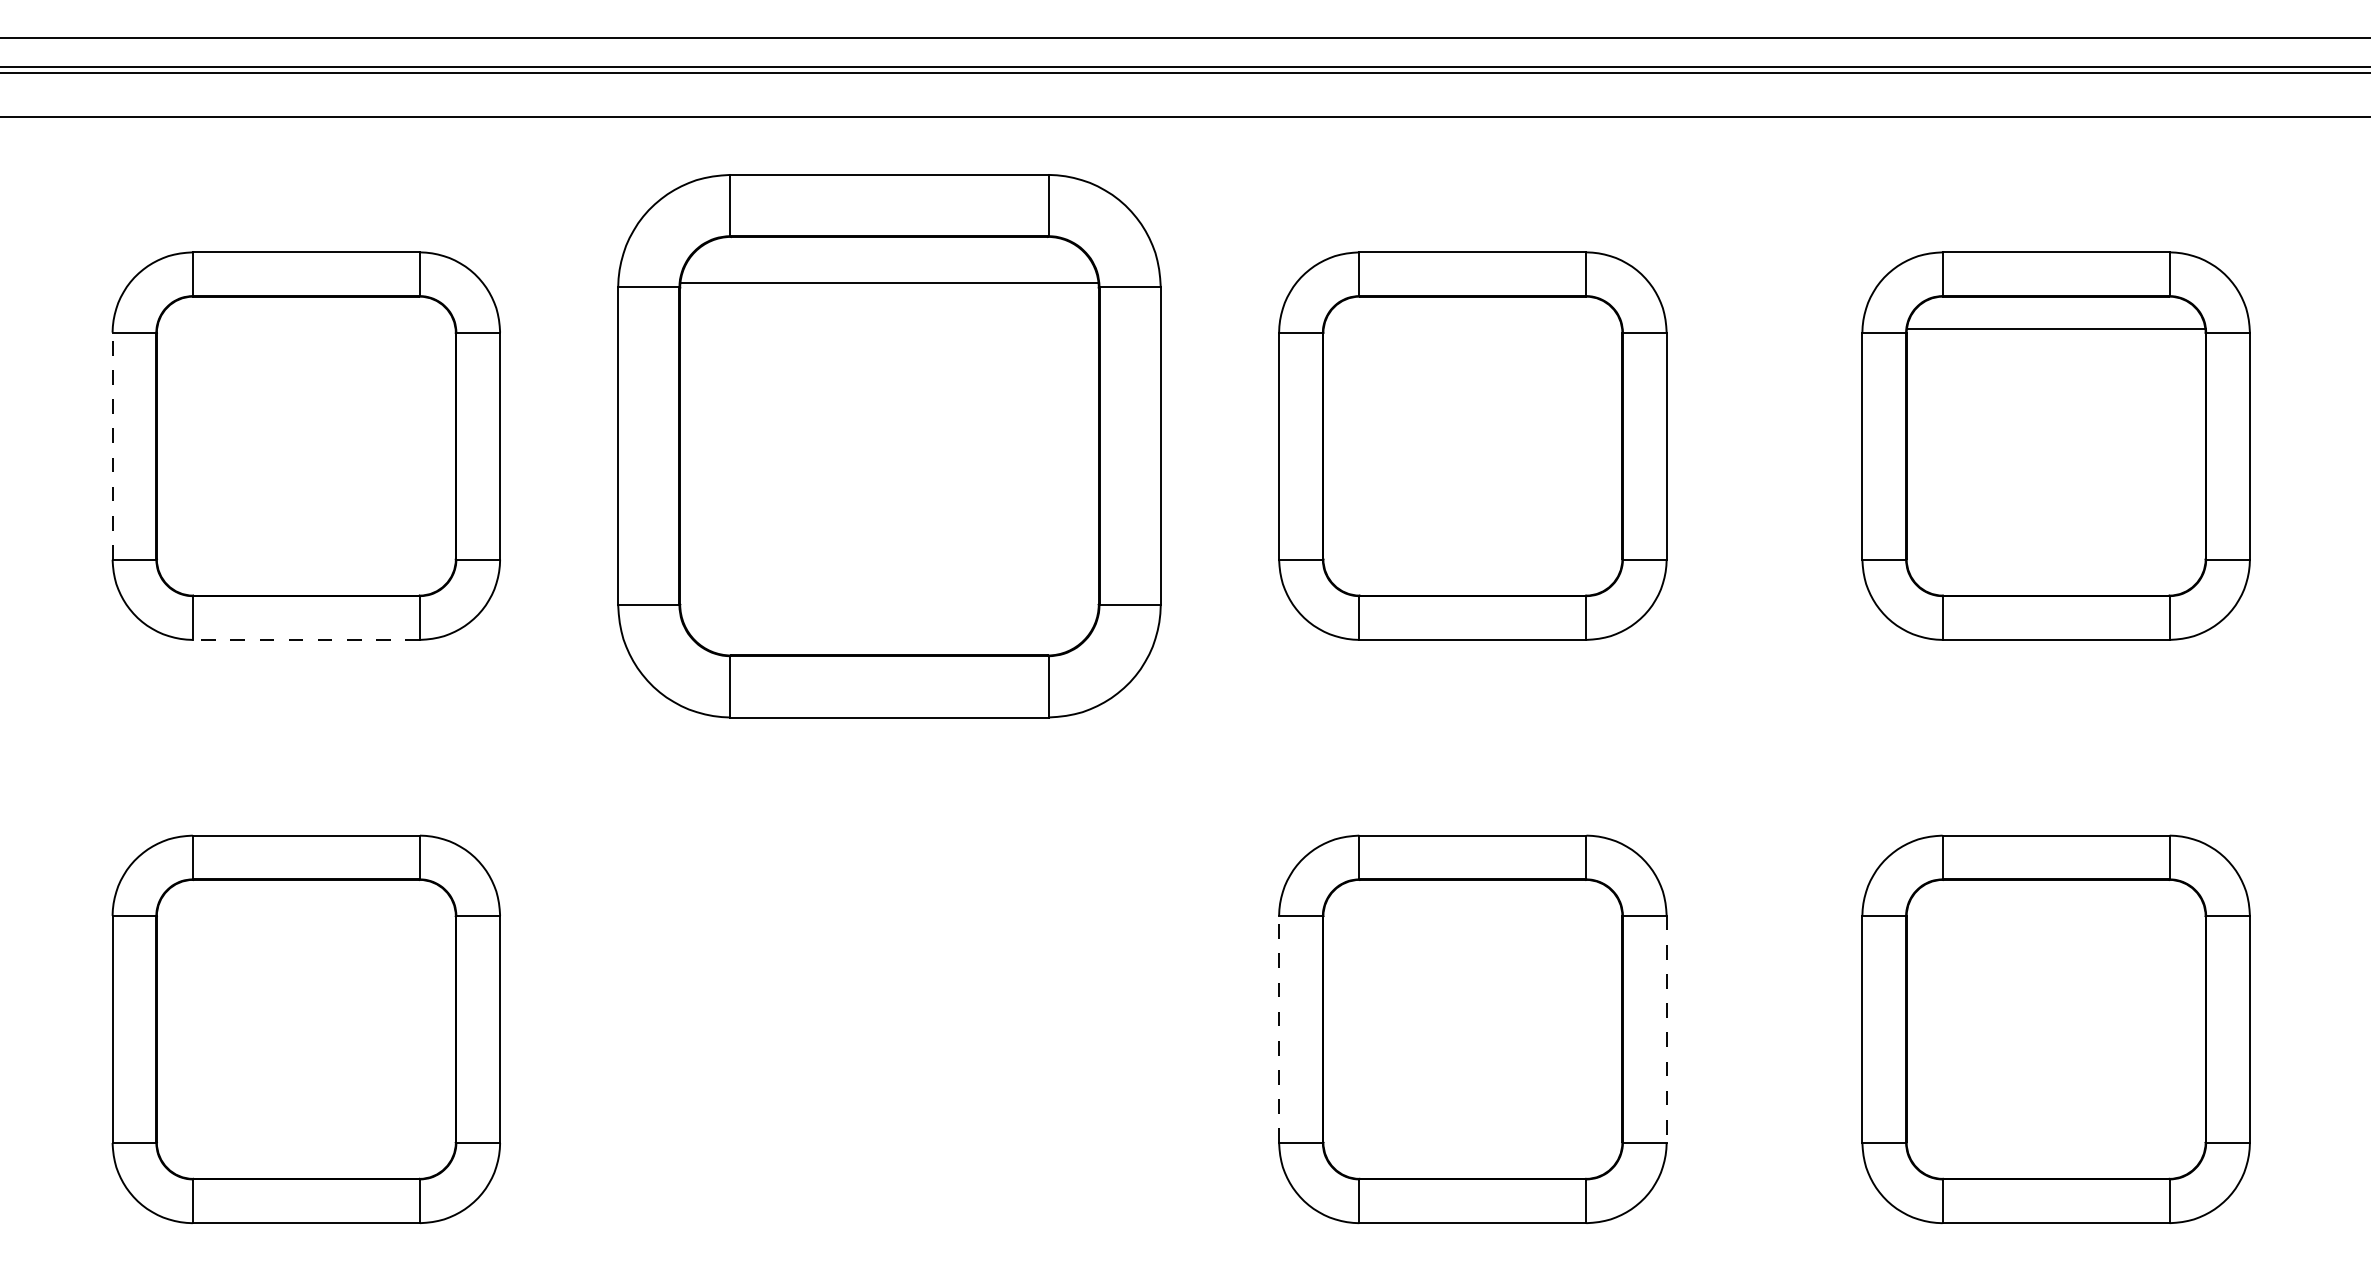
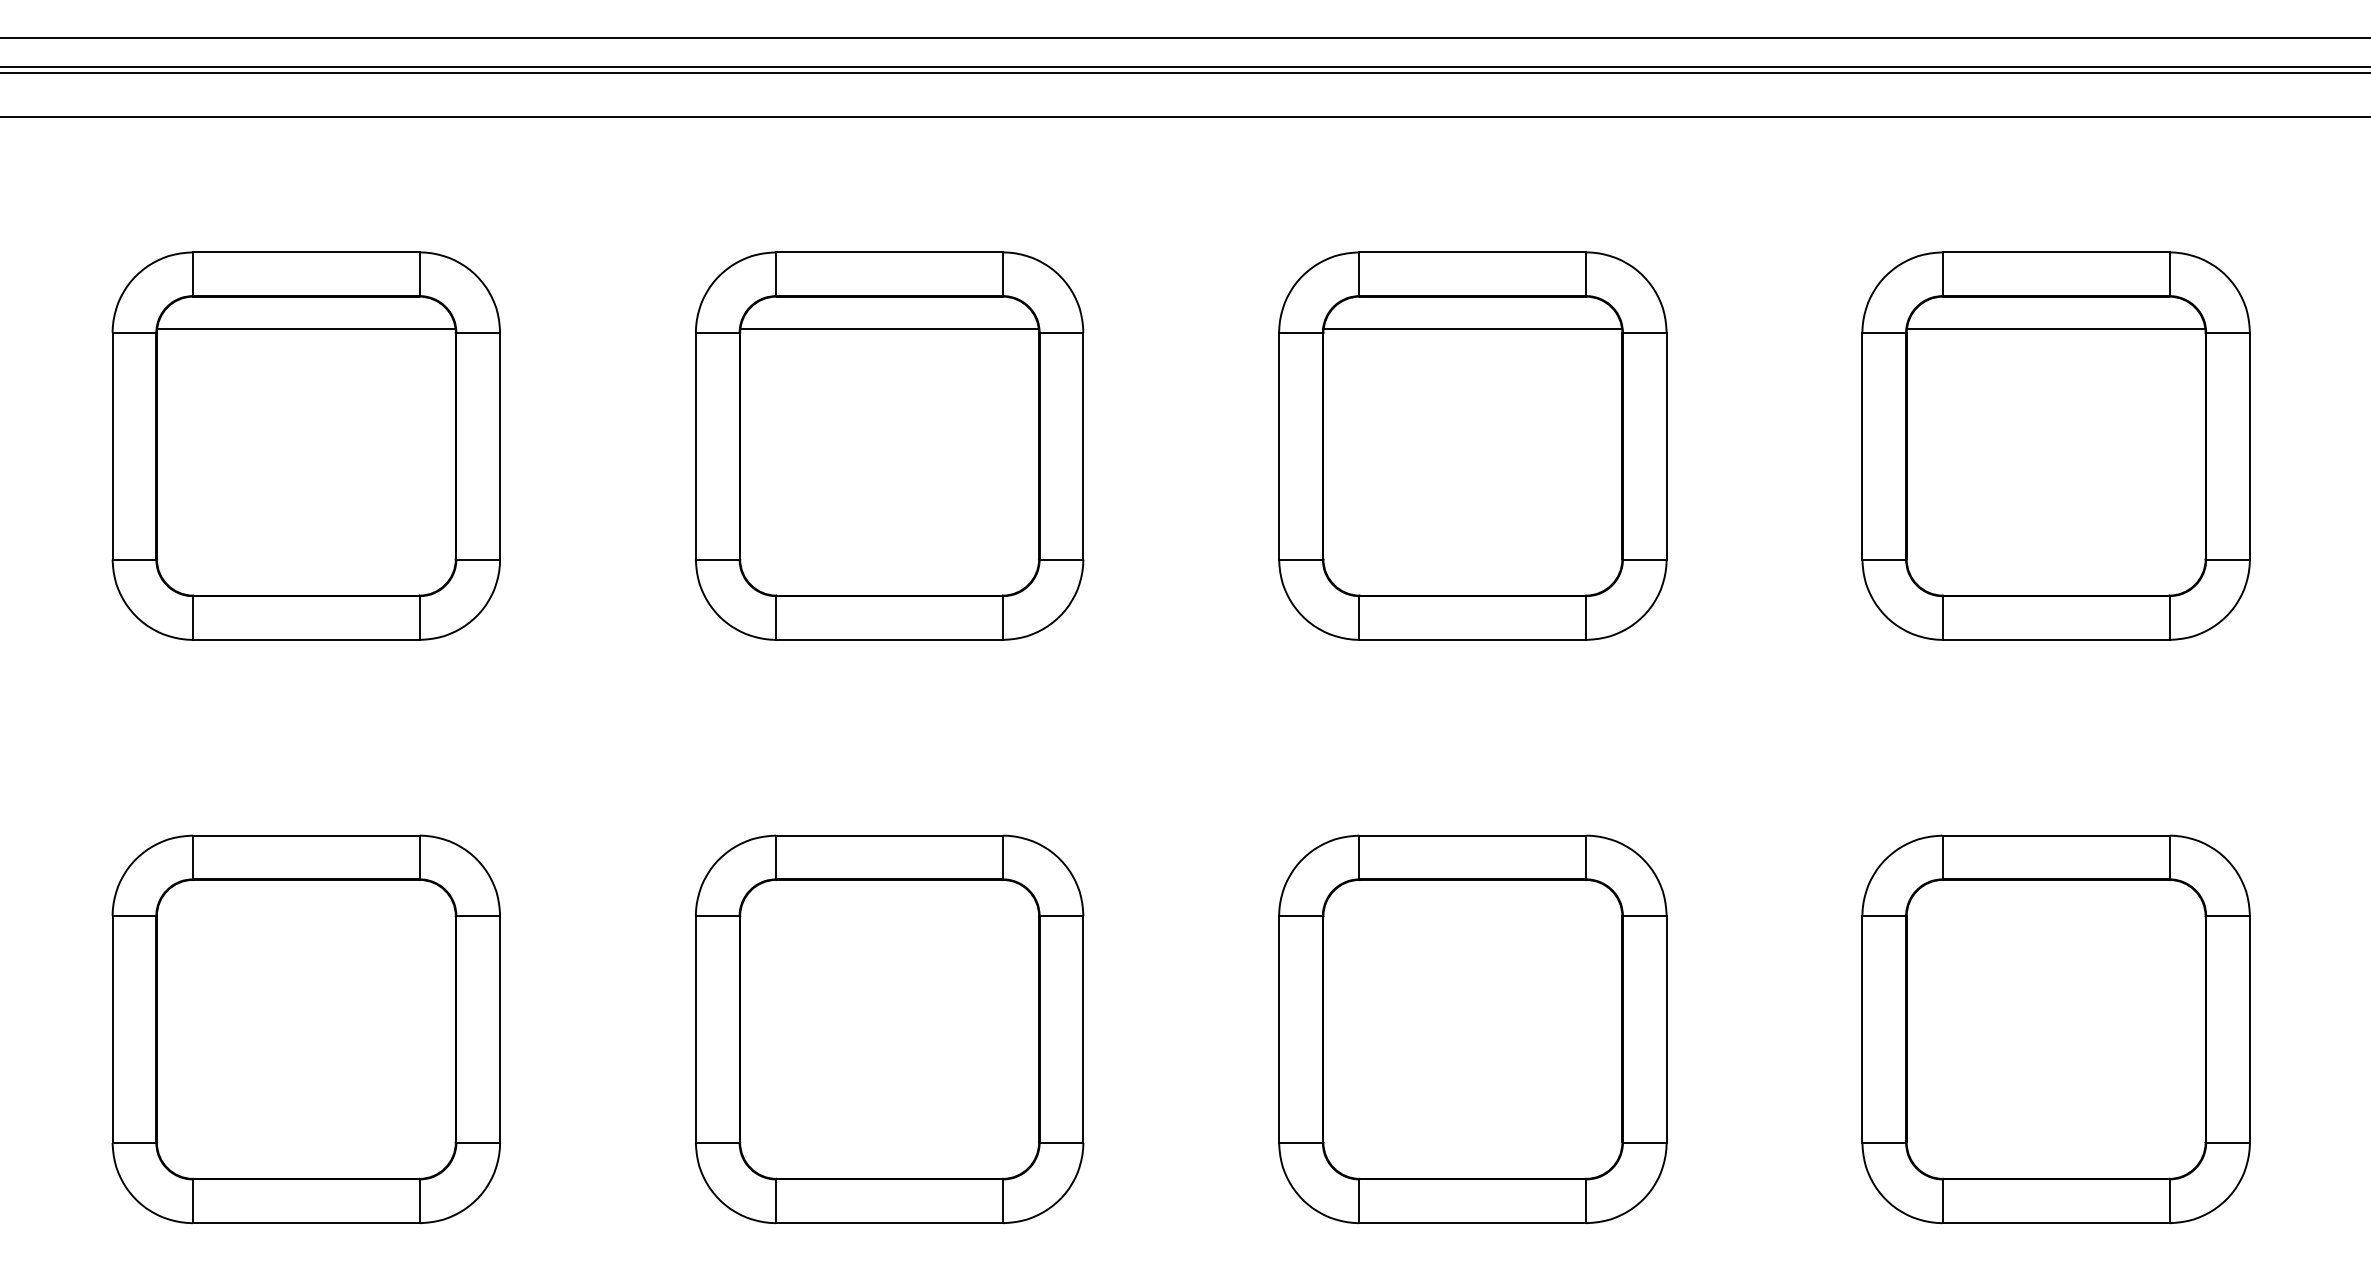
line at (305, 329): none -> present
line at (1472, 329): none -> present
line at (112, 446): dashed -> solid
part at (889, 446) size: 545x545 px -> 390x390 px
line at (306, 639): dashed -> solid
part at (889, 1029): none -> present
line at (1279, 1029): dashed -> solid
line at (1666, 1029): dashed -> solid
